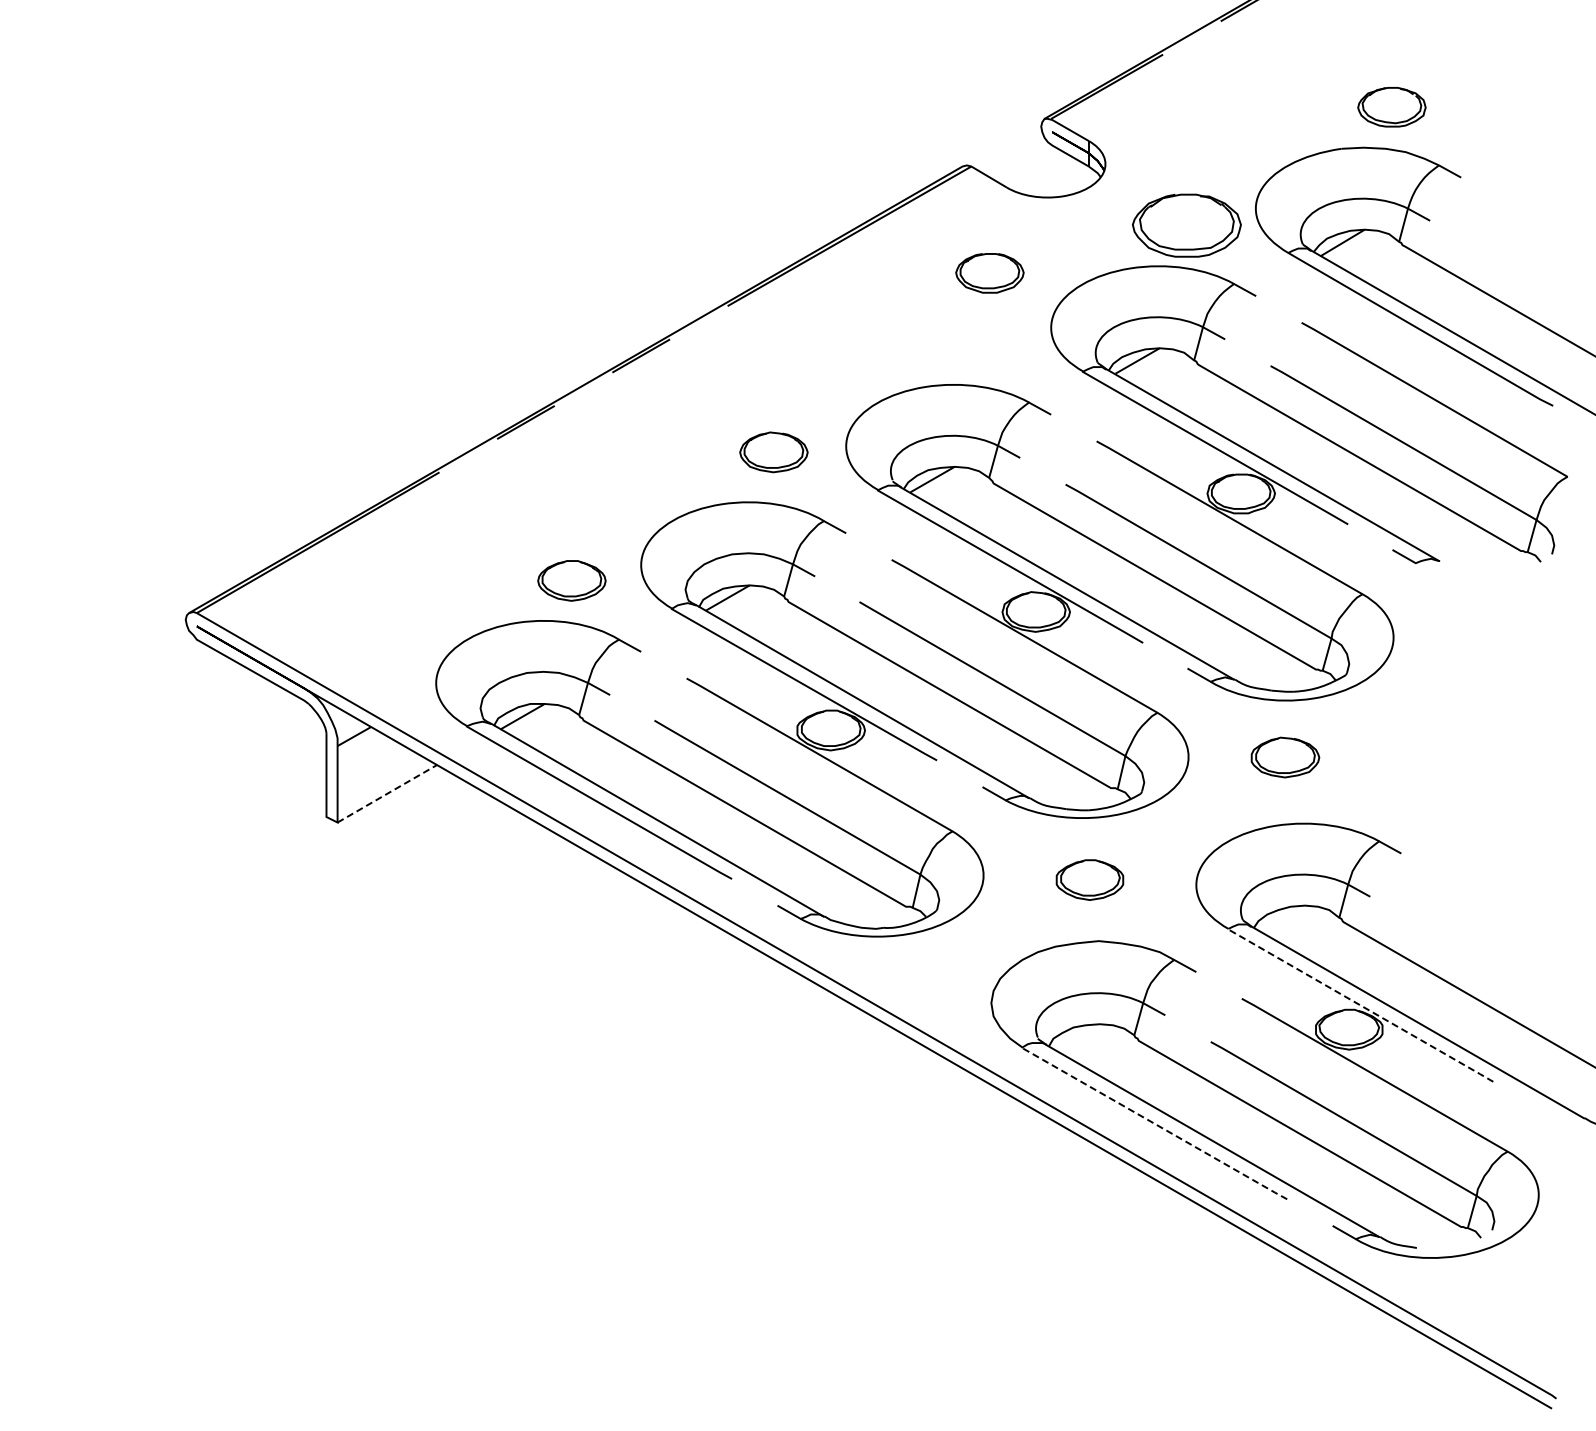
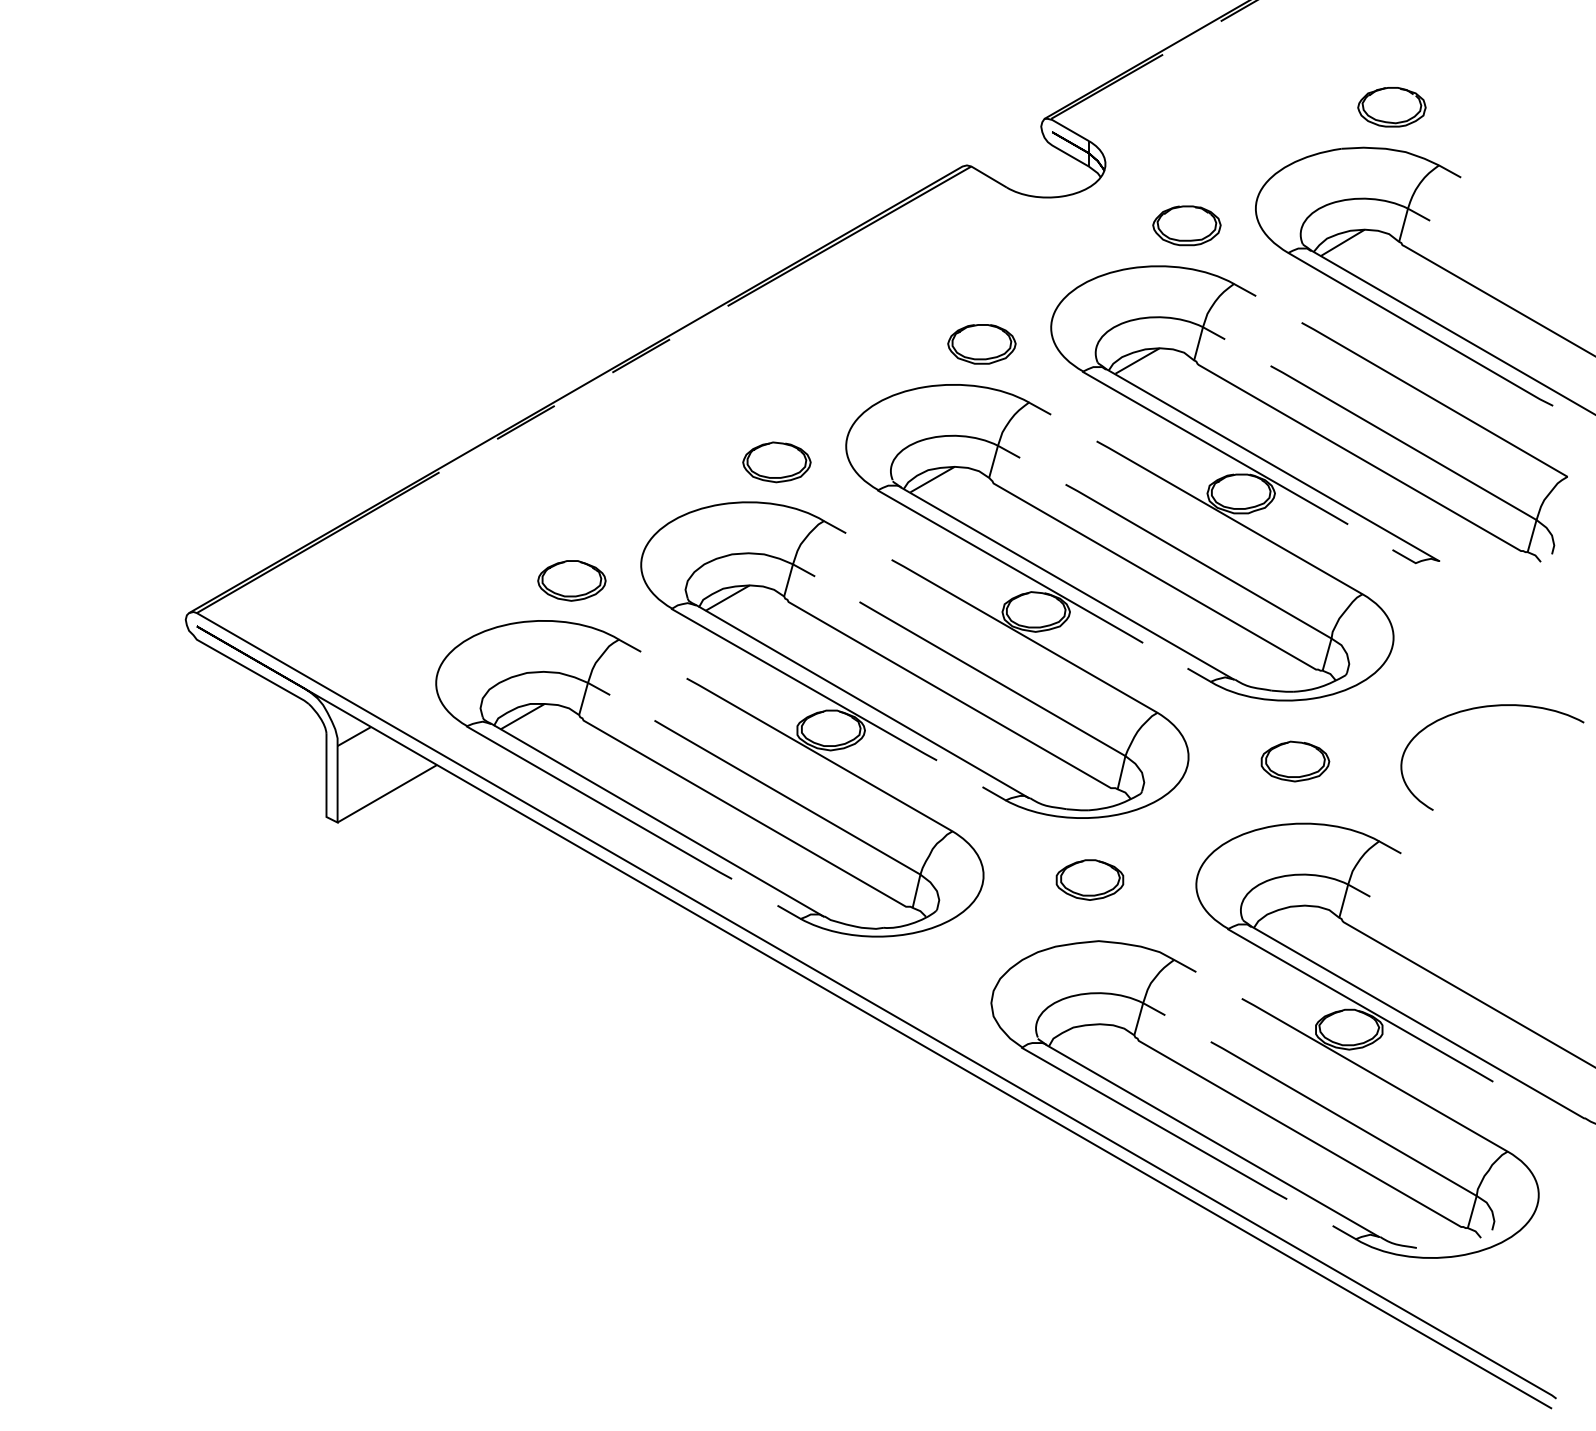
part at (1186, 225) size: 110x65 px -> 70x42 px
part at (989, 273) position: (989, 273) -> (981, 344)
part at (773, 452) position: (773, 452) -> (776, 462)
curve at (1488, 707): none -> present
part at (1285, 757) position: (1285, 757) -> (1295, 761)
line at (387, 793): dashed -> solid
line at (1360, 1005): dashed -> solid
line at (1154, 1123): dashed -> solid
